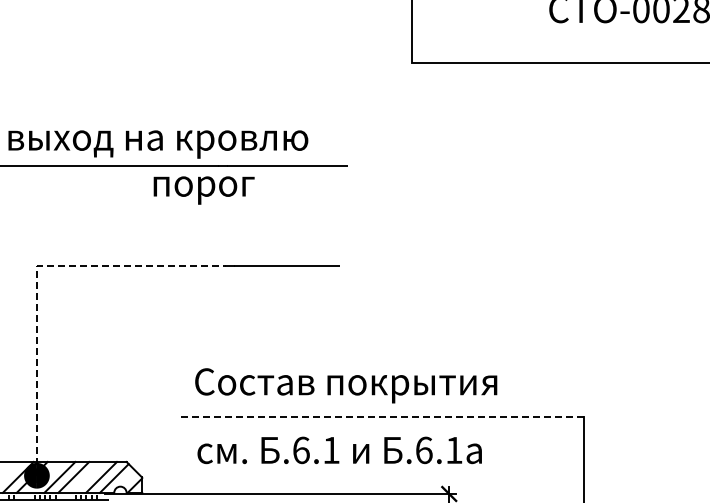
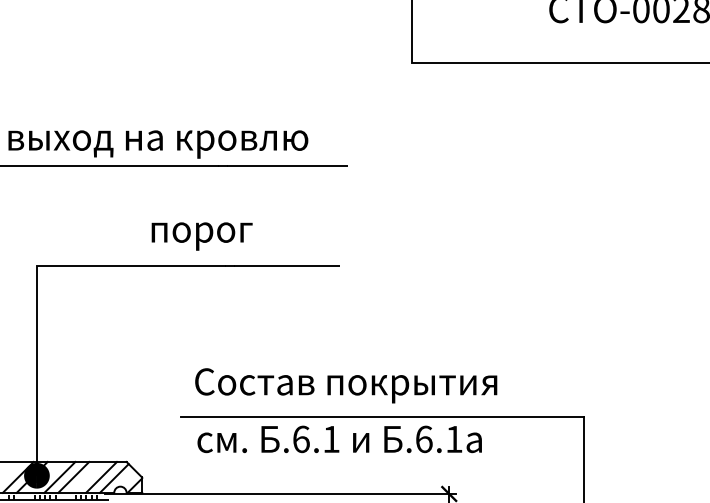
text at (203, 190) position: (203, 190) -> (201, 236)
line at (36, 275): dashed -> solid
line at (383, 417): dashed -> solid
text at (339, 450) position: (339, 450) -> (339, 439)
